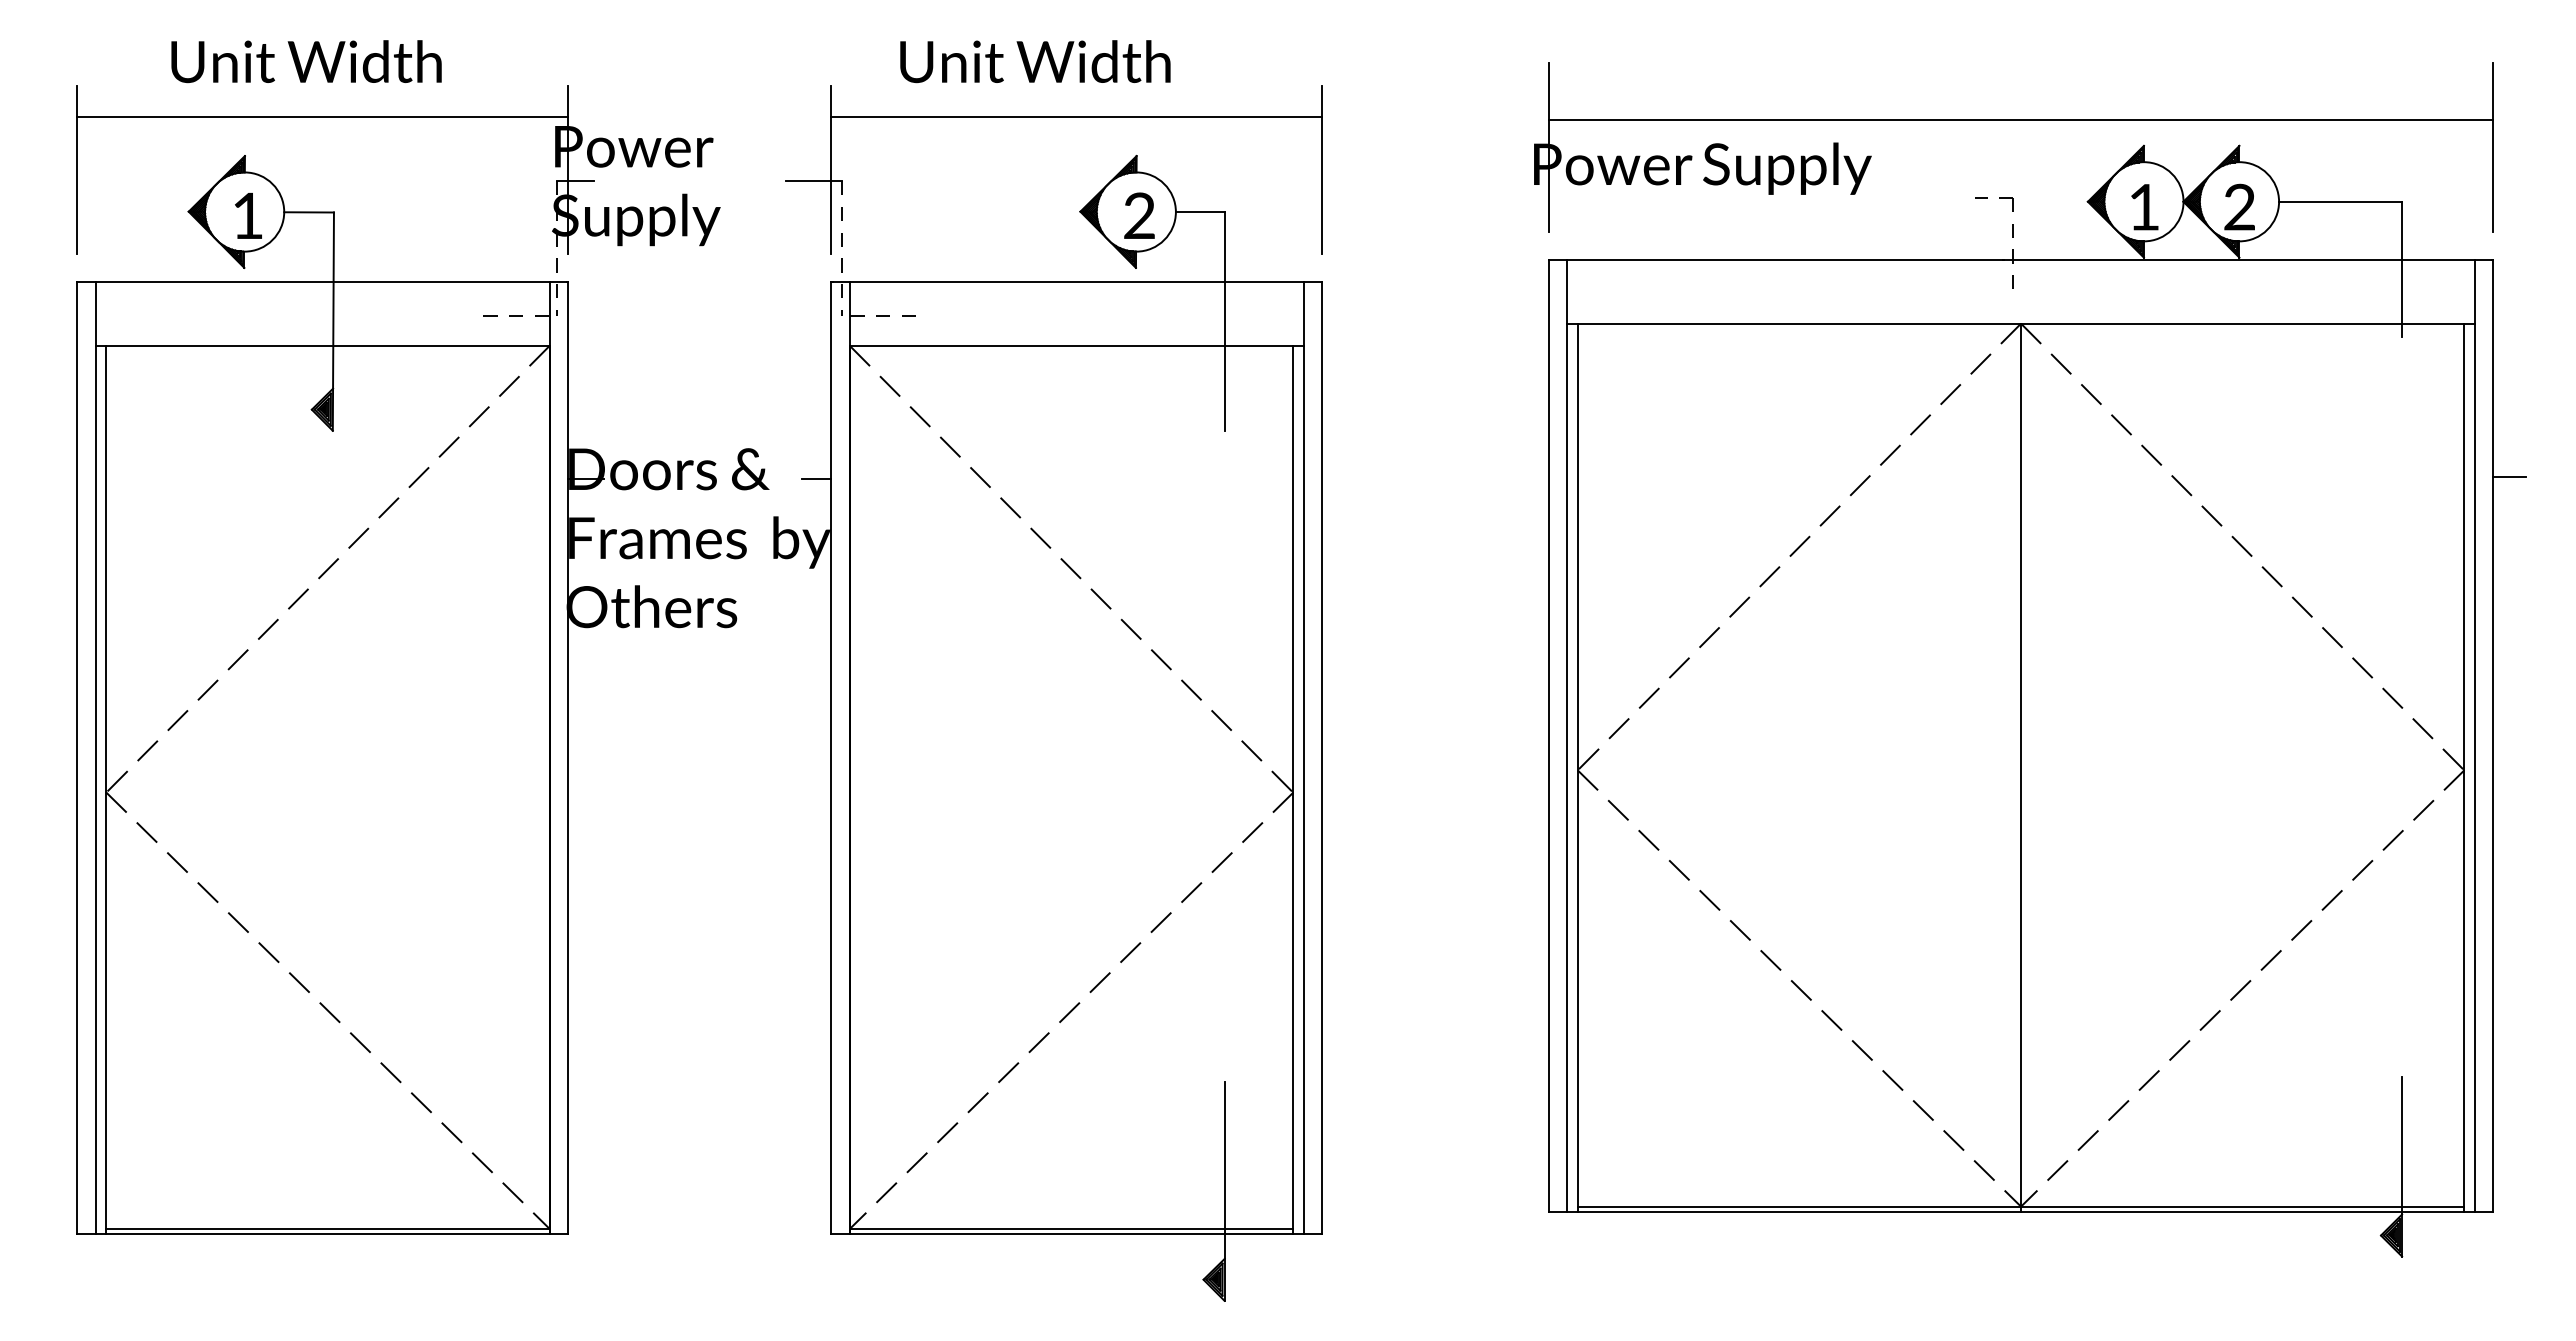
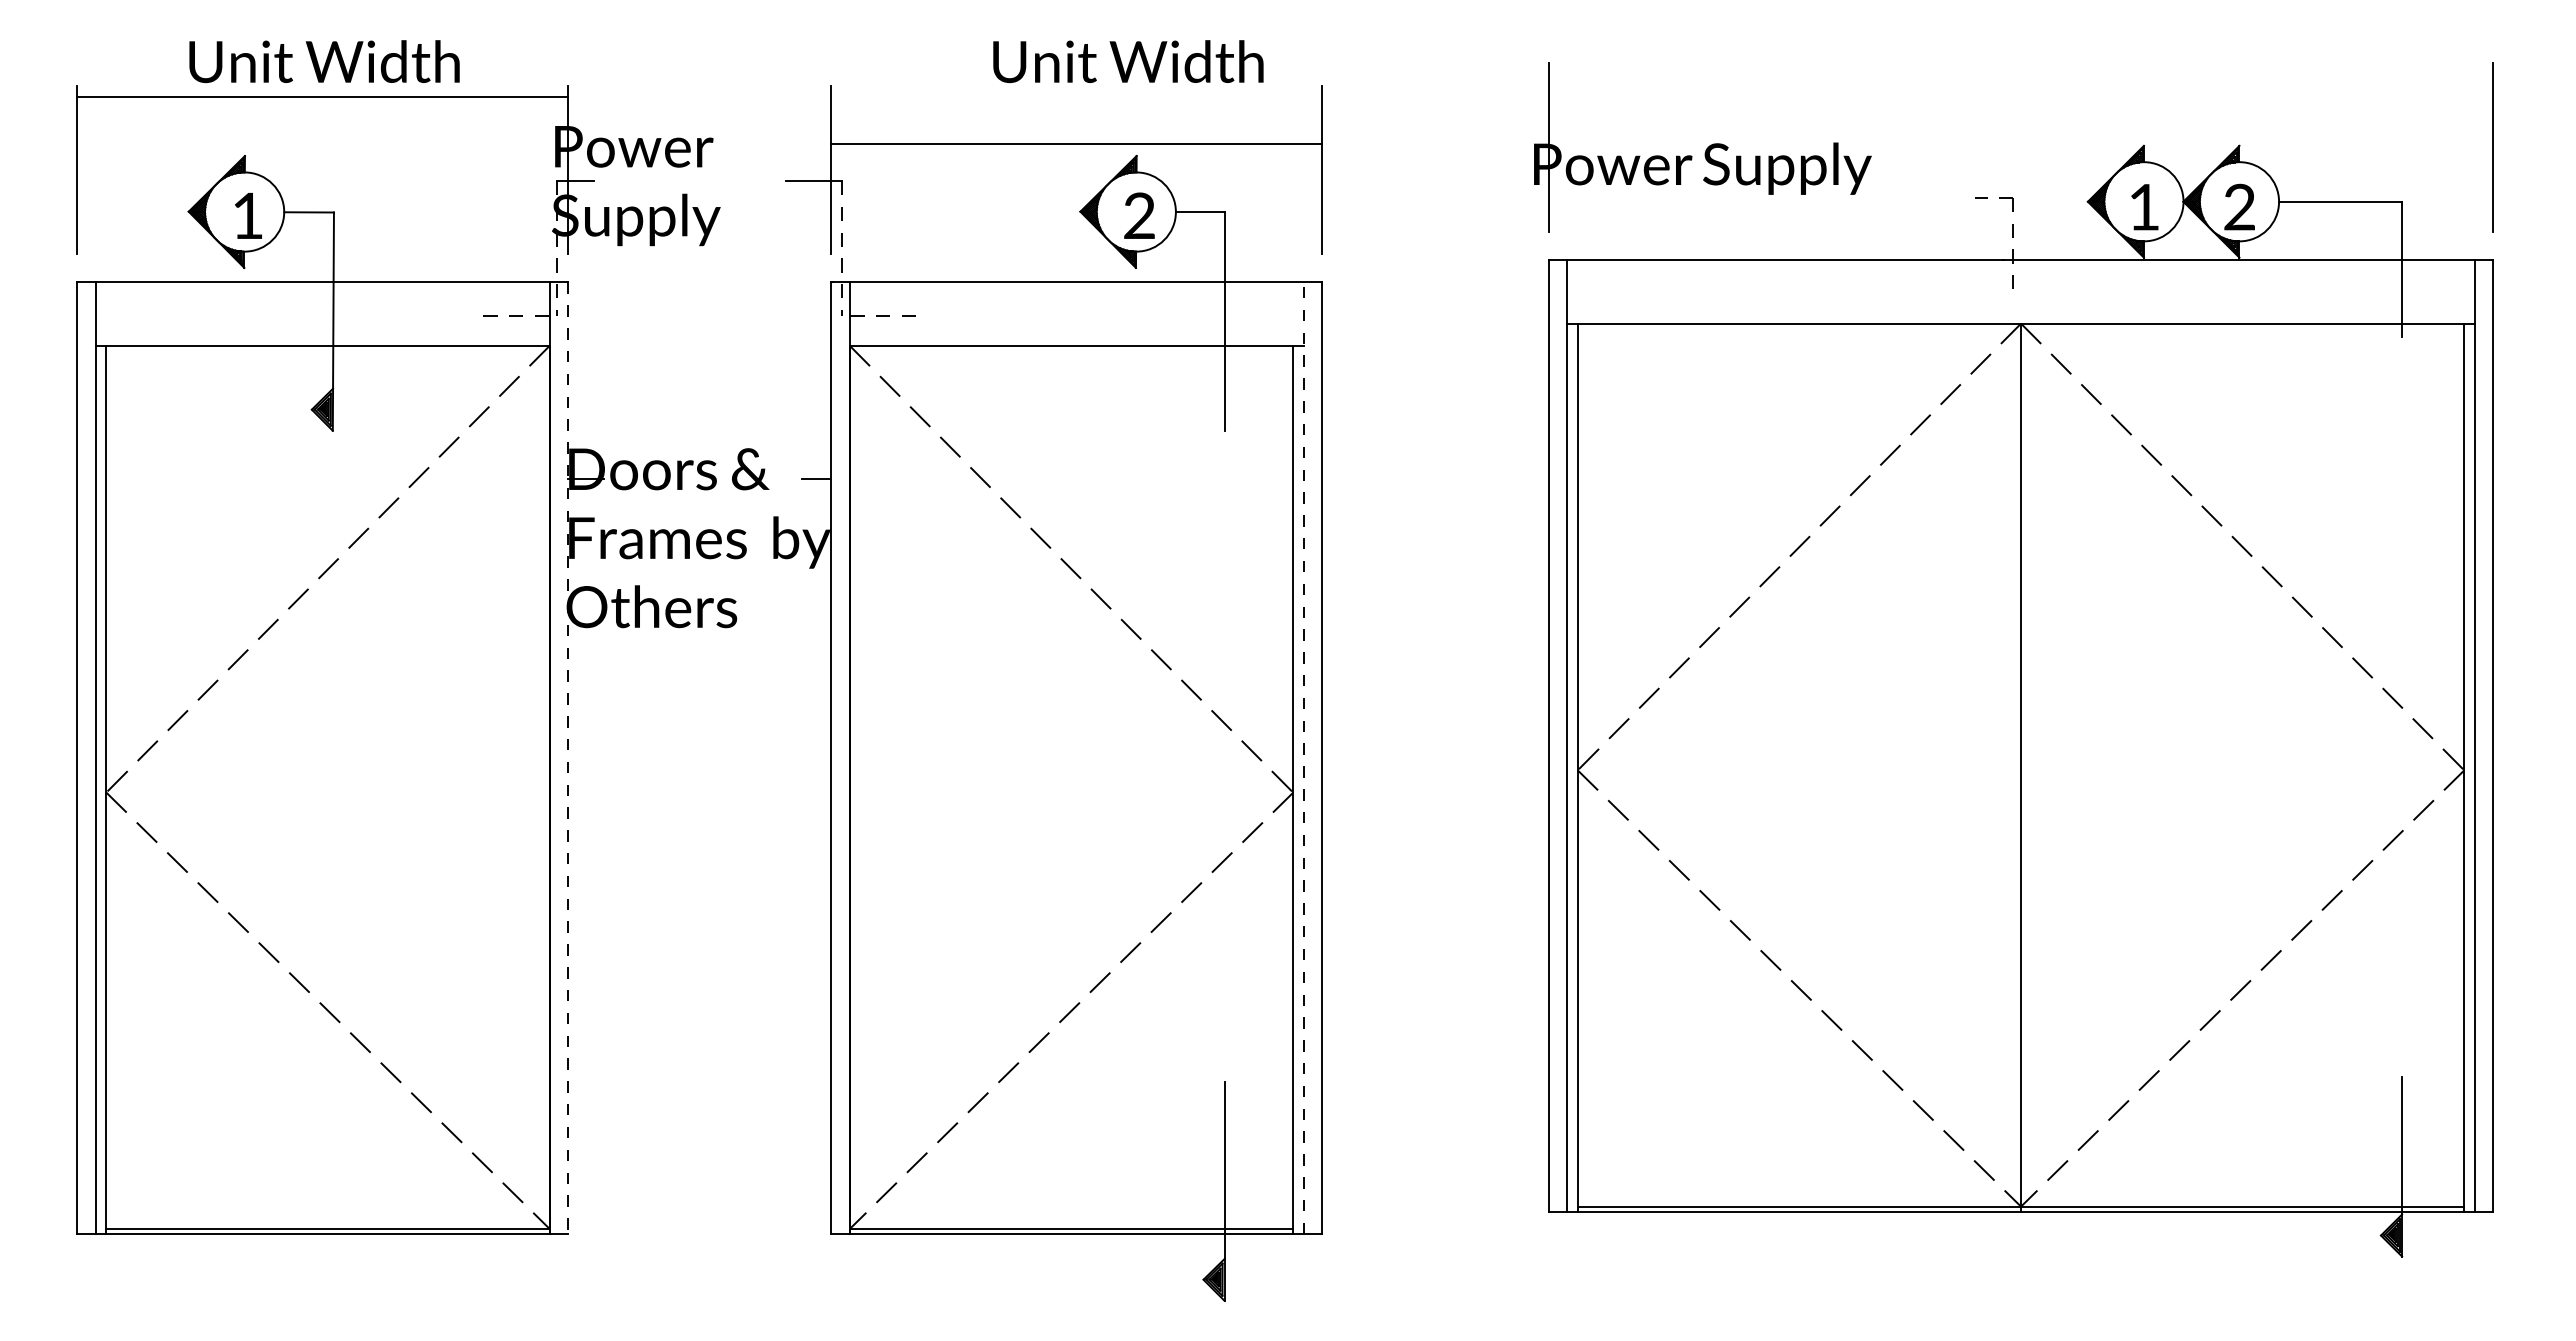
text at (306, 61) position: (306, 61) -> (324, 61)
text at (1035, 61) position: (1035, 61) -> (1128, 61)
line at (322, 117) position: (322, 117) -> (322, 97)
line at (1076, 117) position: (1076, 117) -> (1076, 144)
line at (2020, 120): present -> none
line at (2509, 477): present -> none
line at (568, 758): solid -> dashed
line at (1303, 758): solid -> dashed
